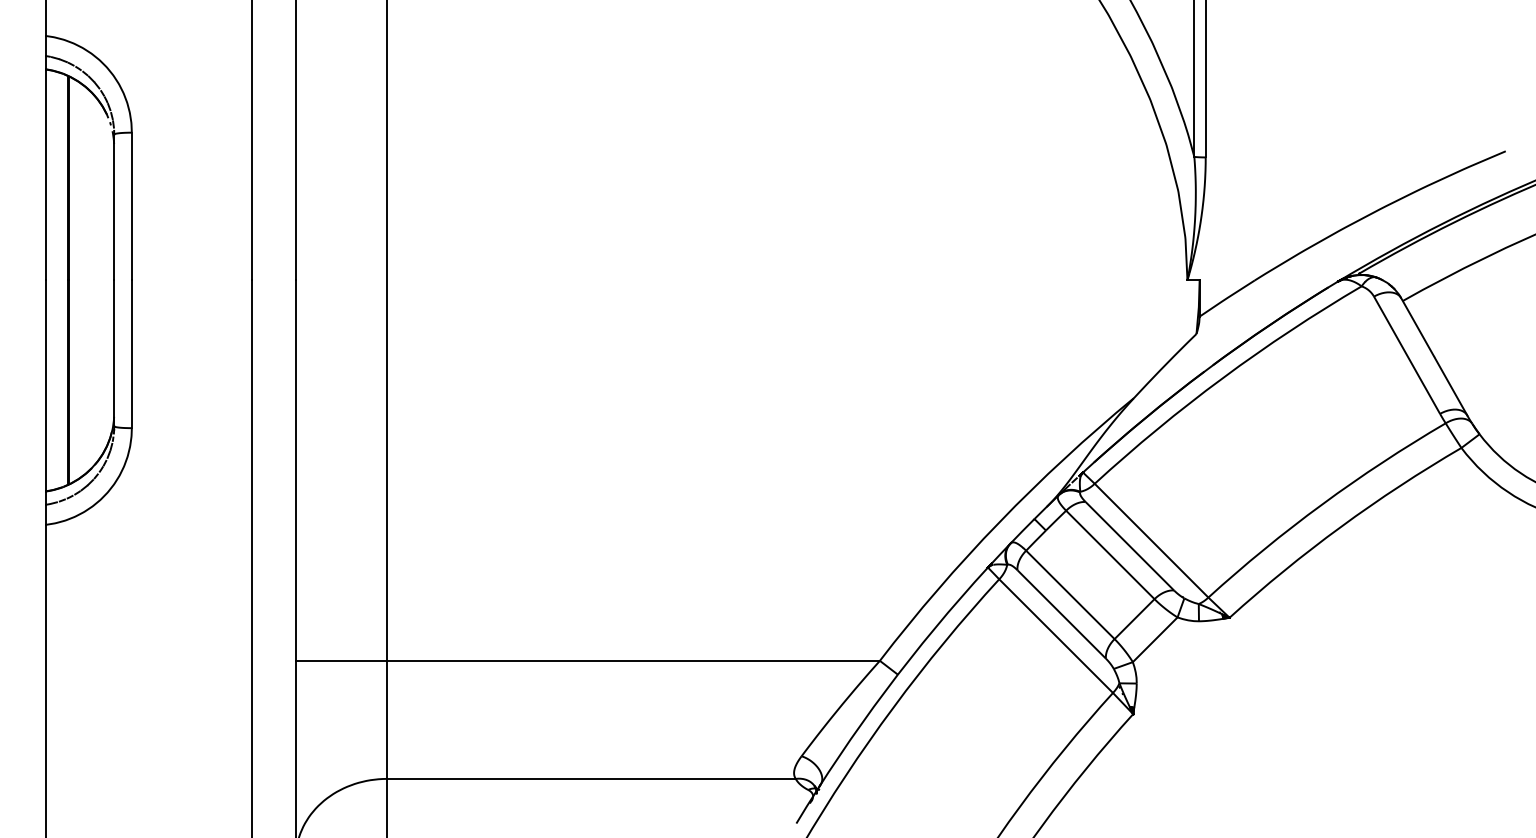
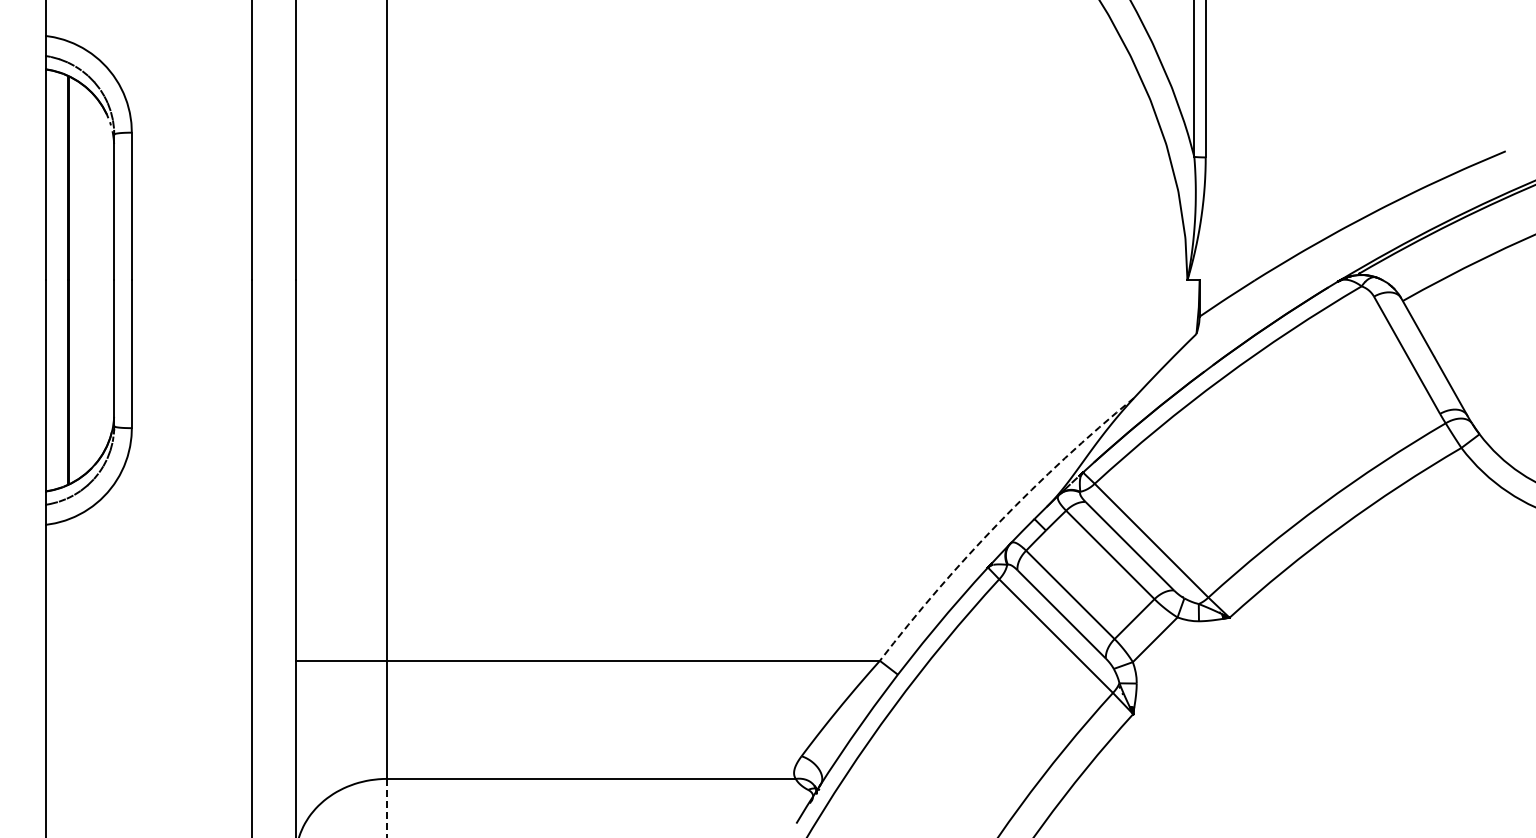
arc at (999, 522): solid -> dashed
line at (386, 808): solid -> dashed
